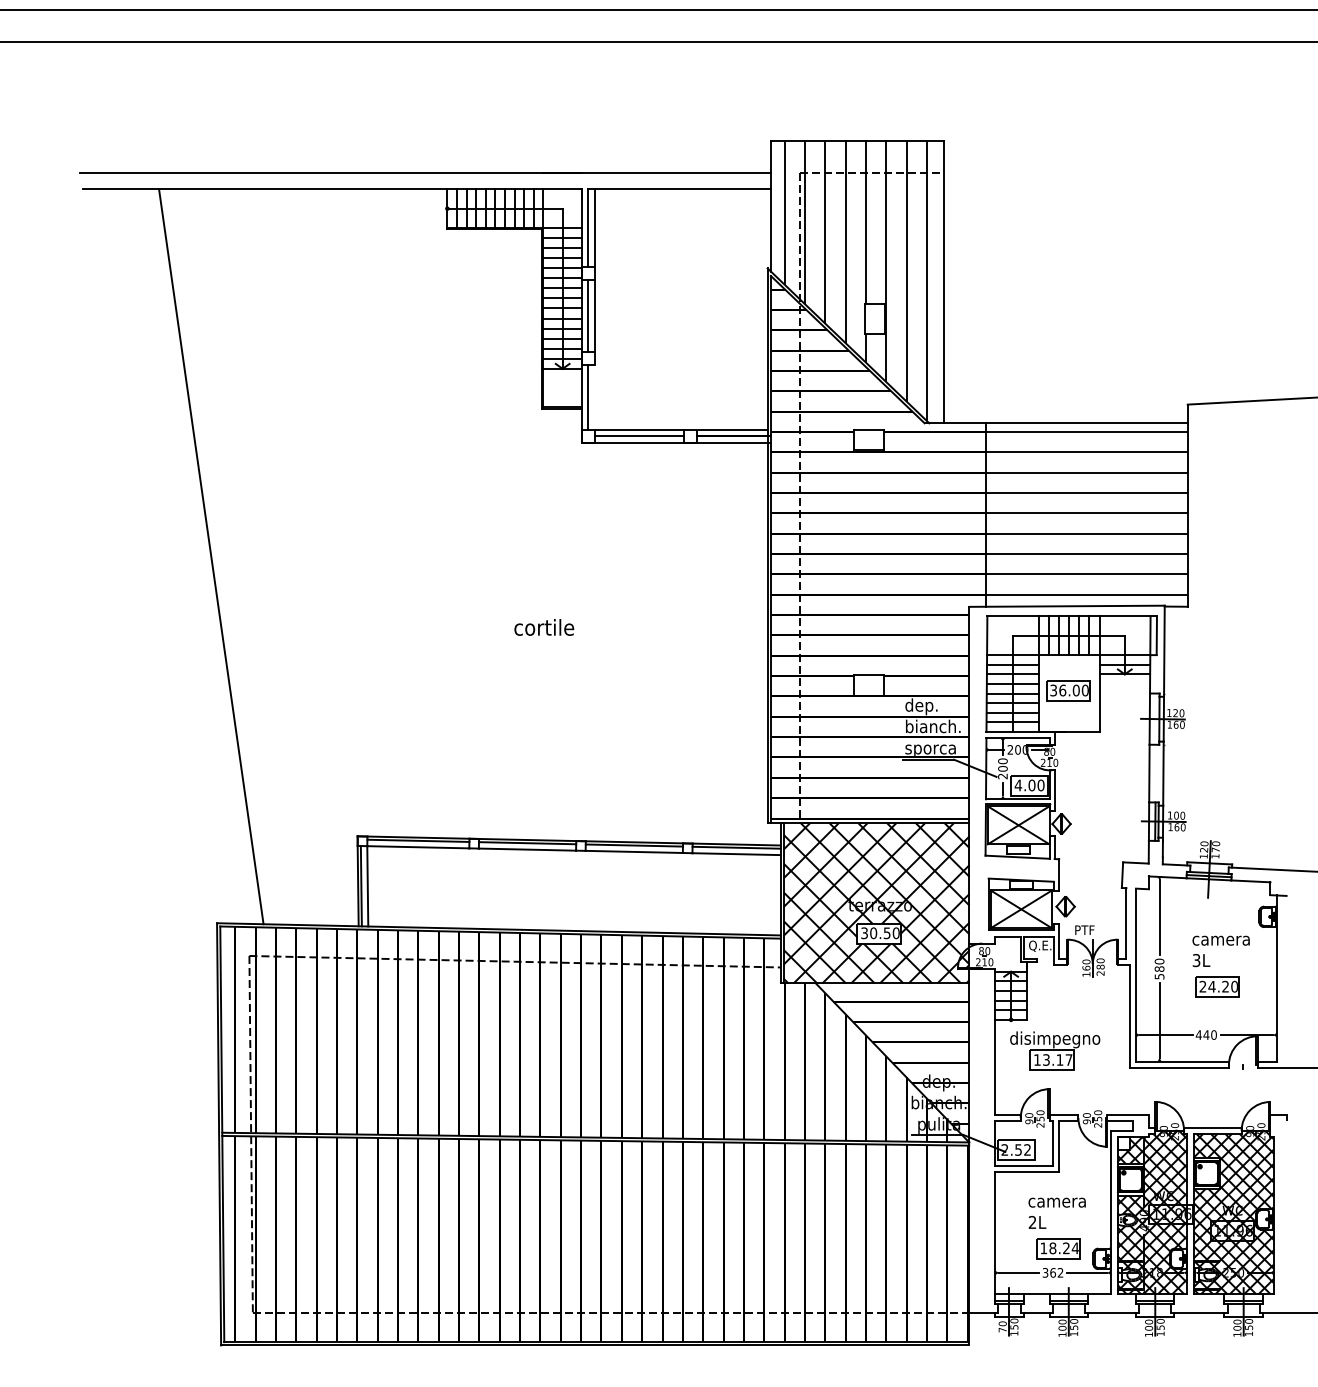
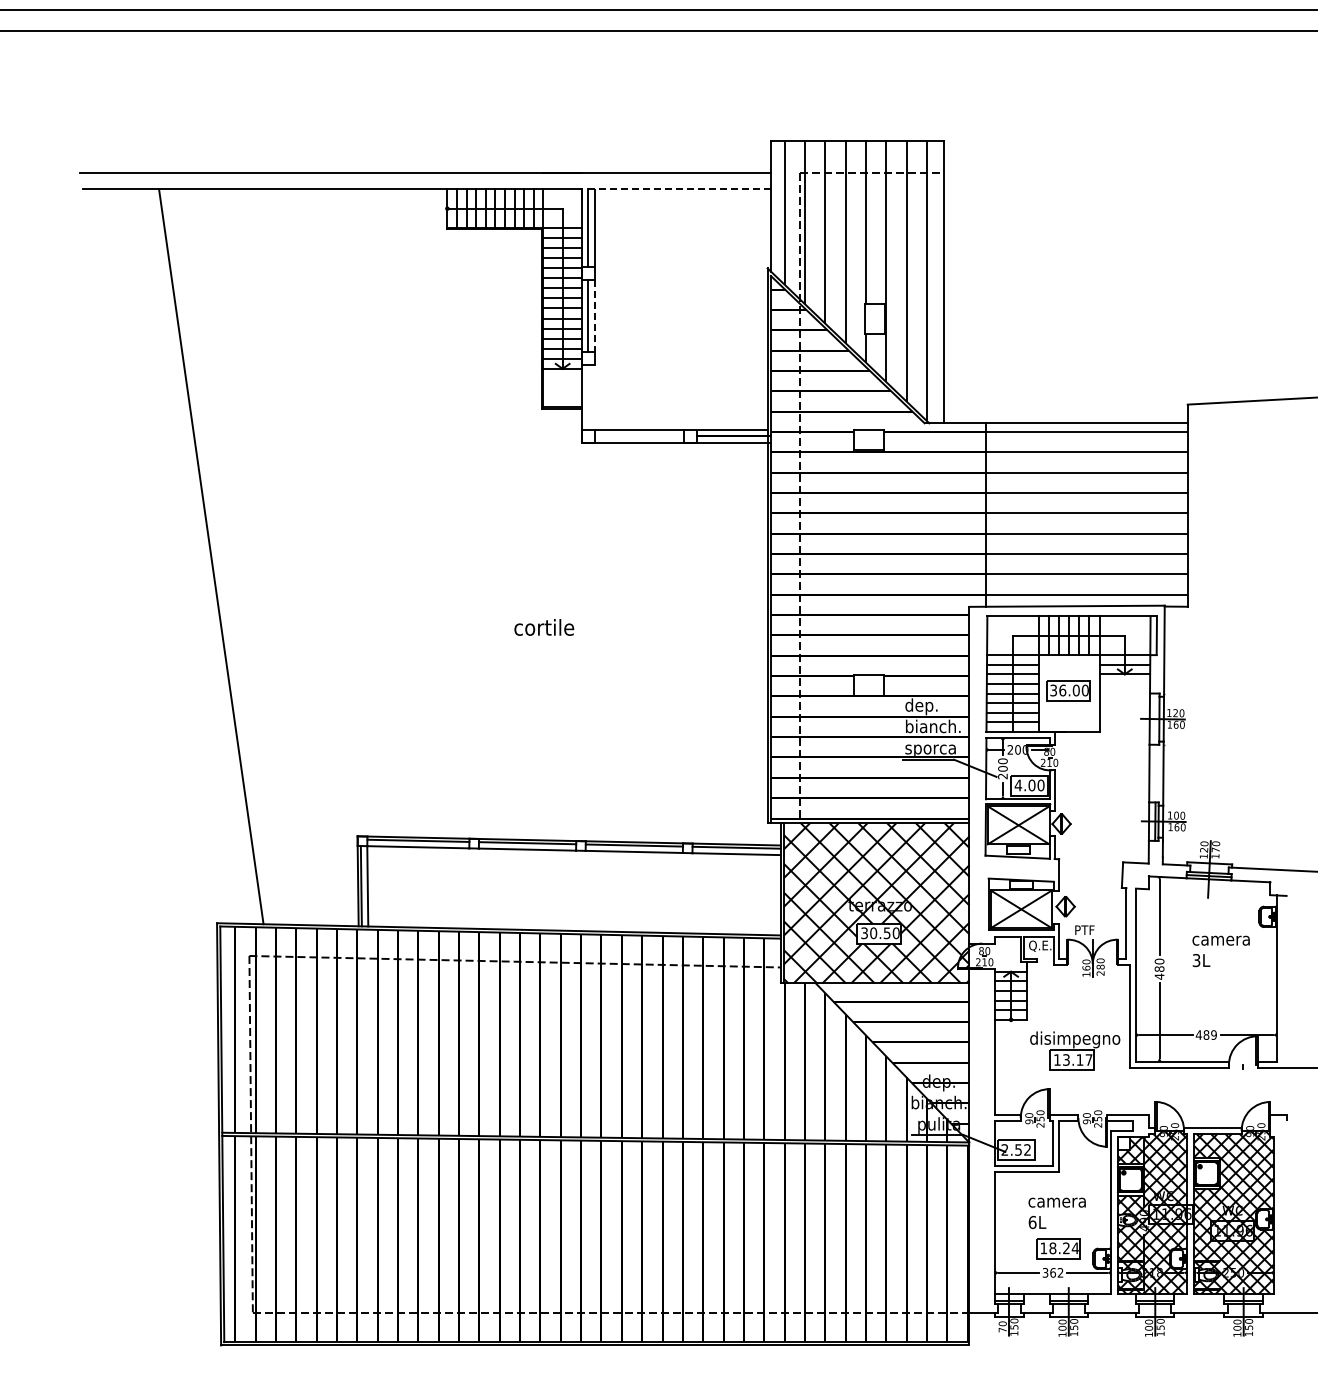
line at (658, 41) position: (658, 41) -> (658, 30)
line at (679, 189): solid -> dashed
line at (594, 315): solid -> dashed
line at (588, 396): present -> none
line at (639, 436): present -> none
text at (1159, 976): 580 -> 480
part at (1217, 986): present -> none
text at (1209, 1034): 440 -> 489
part at (1055, 1050) position: (1055, 1050) -> (1075, 1050)
text at (1032, 1222): 2L -> 6L
